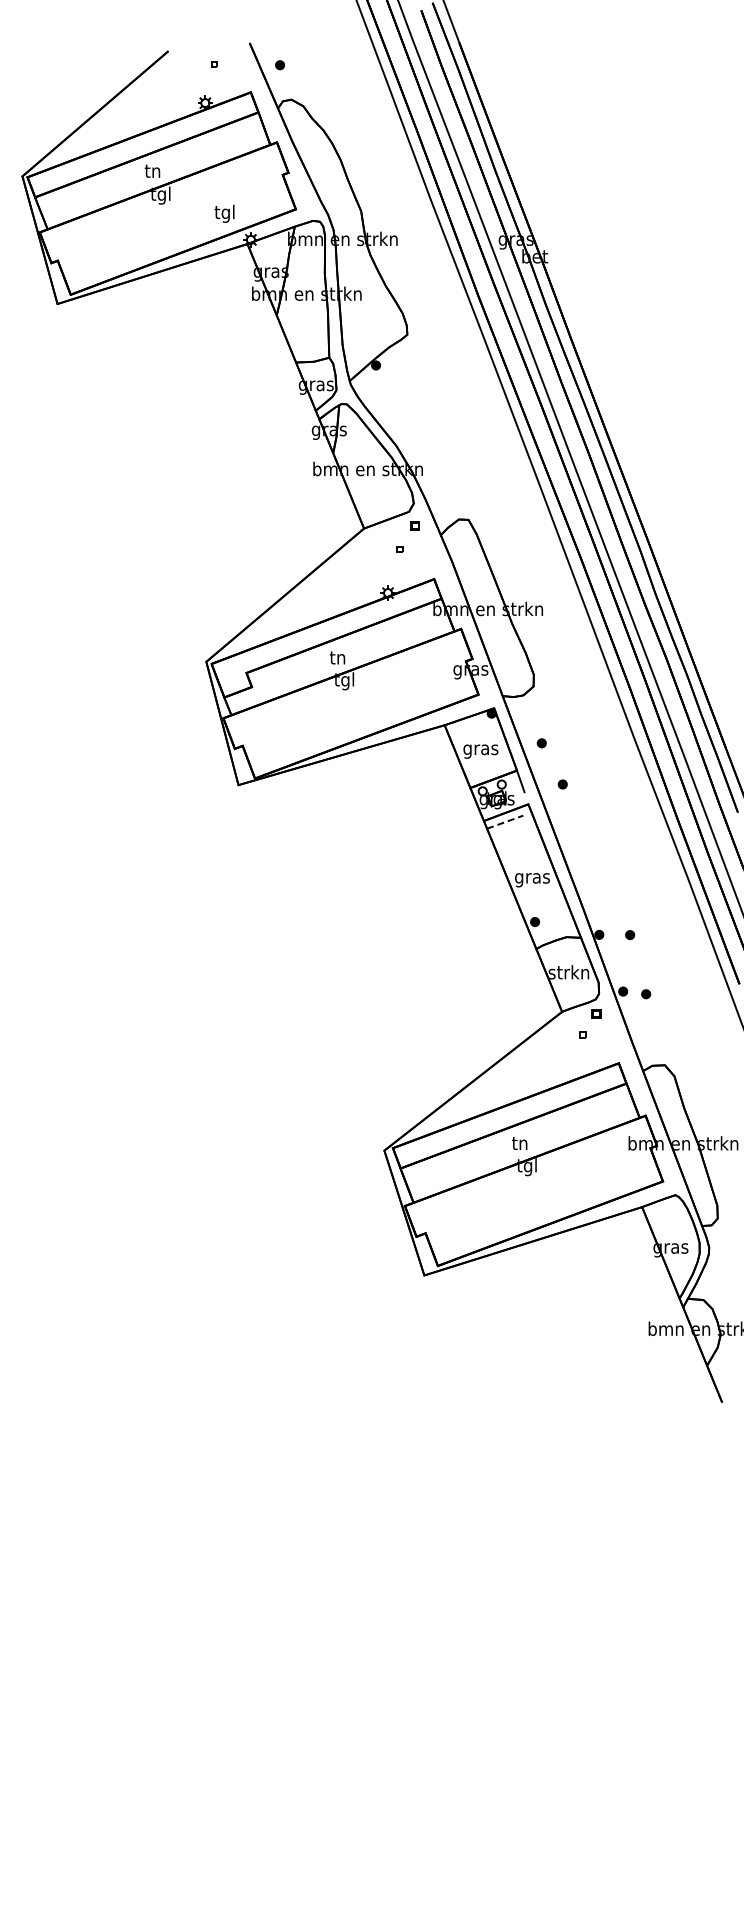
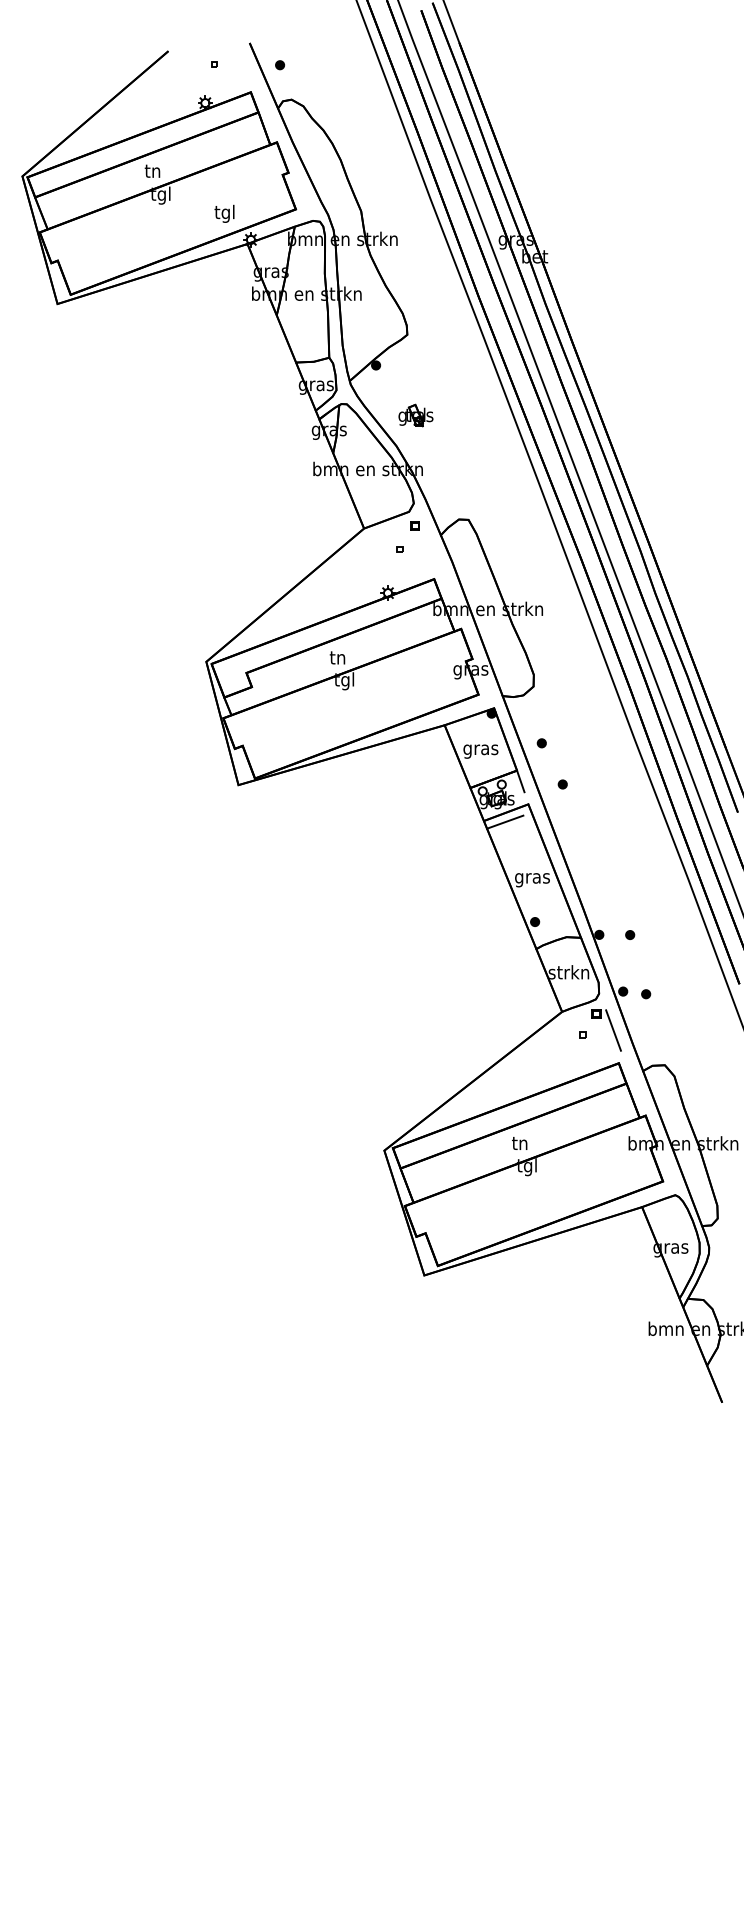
part at (415, 415): none -> present
line at (505, 822): dashed -> solid
line at (613, 1030): none -> present
